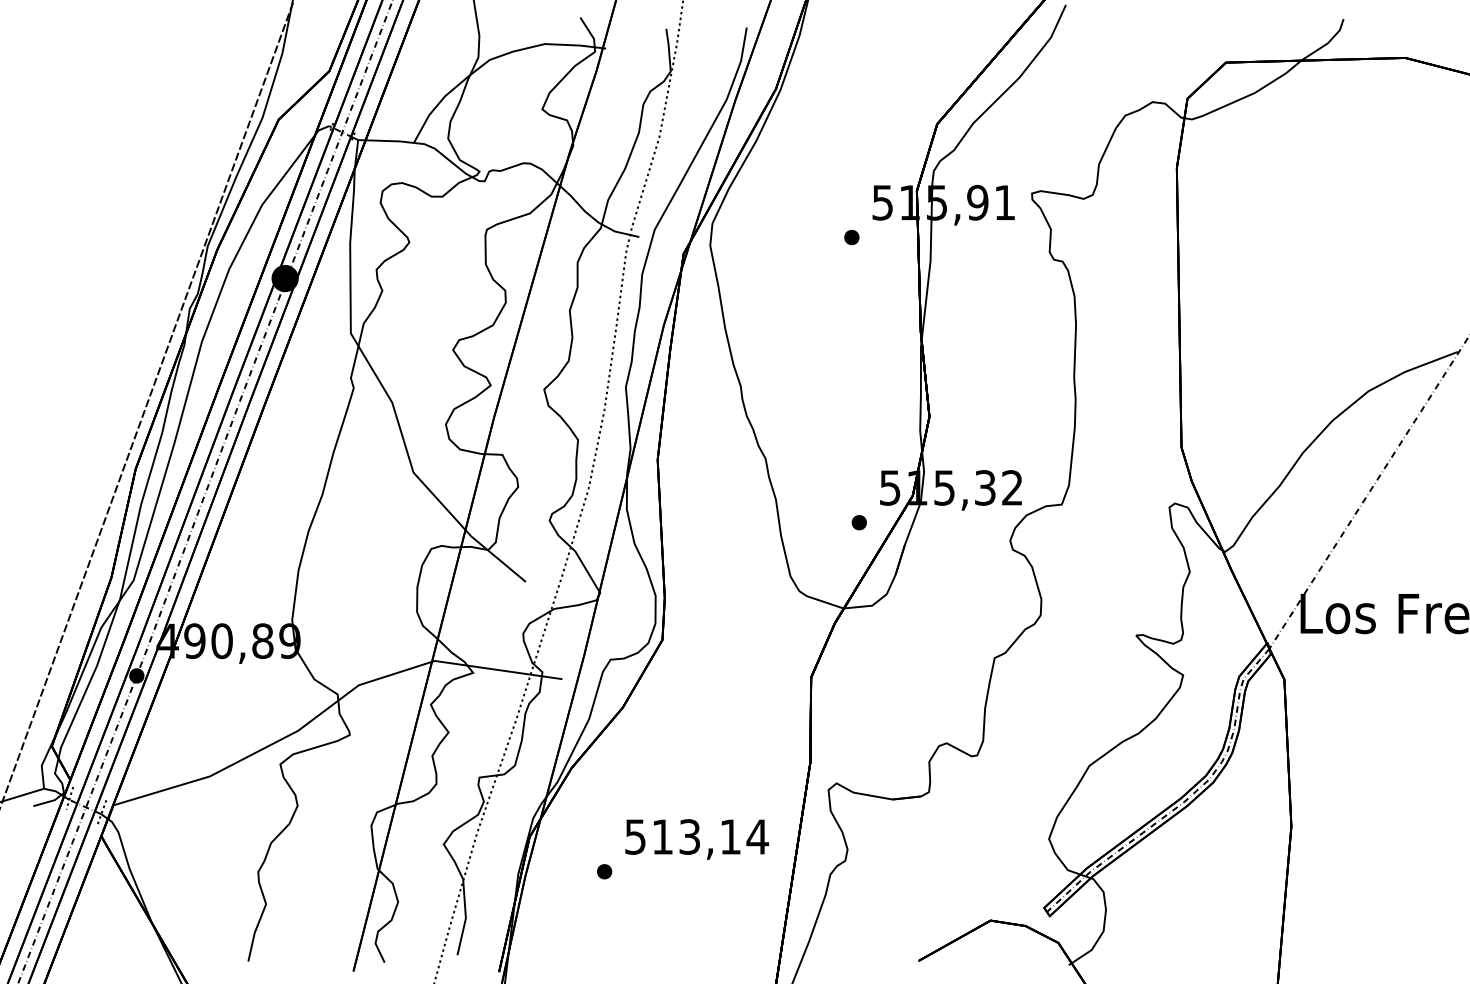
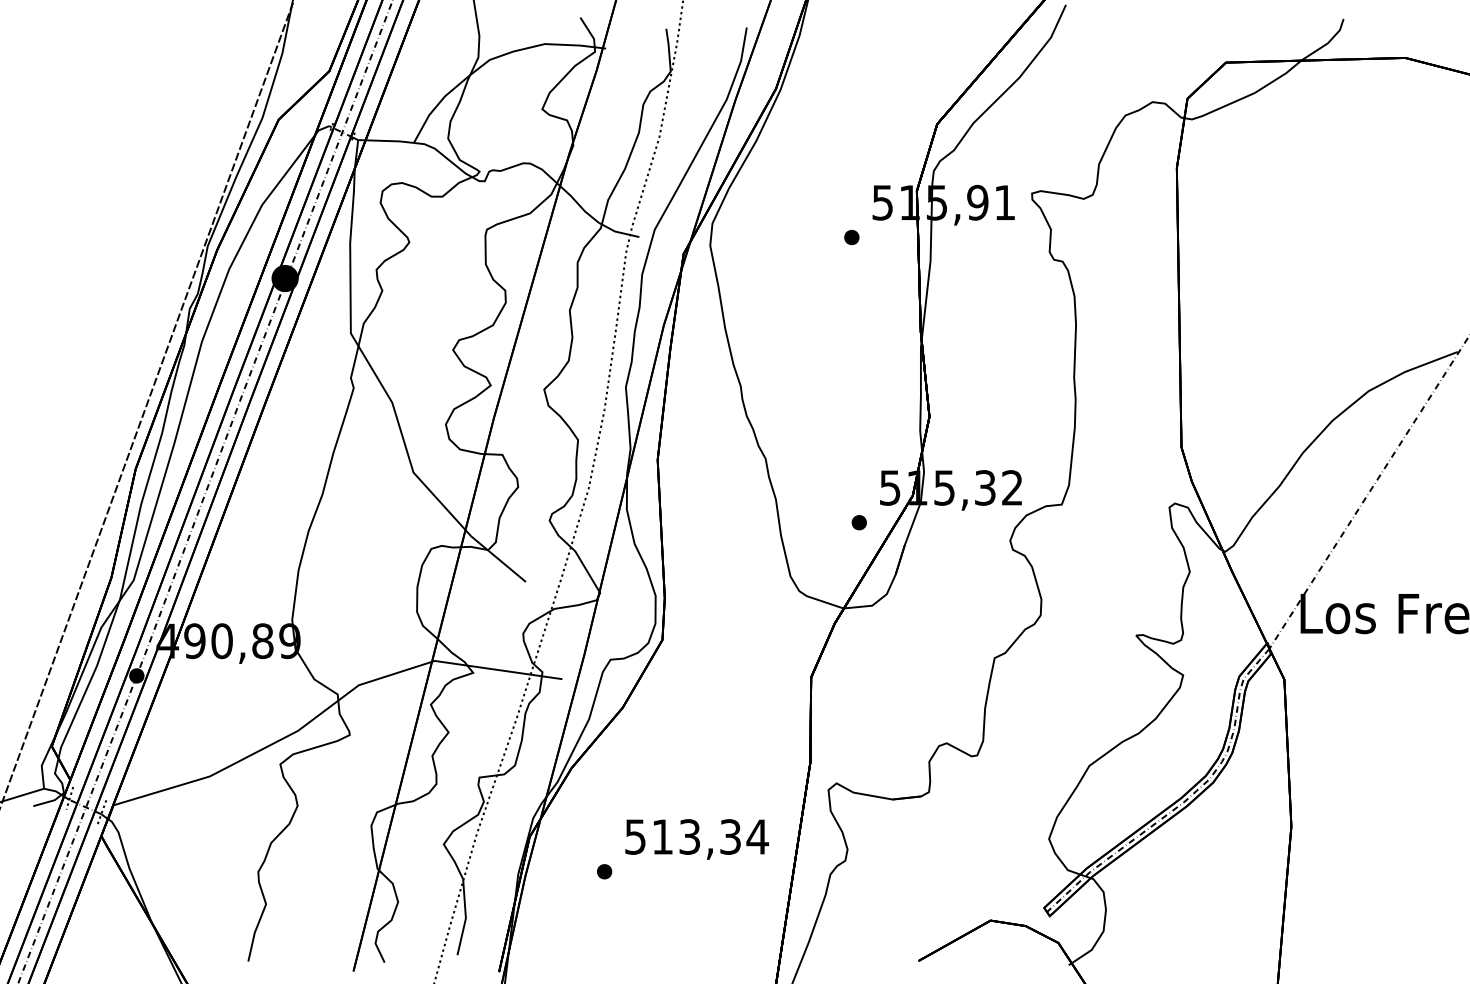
text at (730, 836): 513,14 -> 513,34
